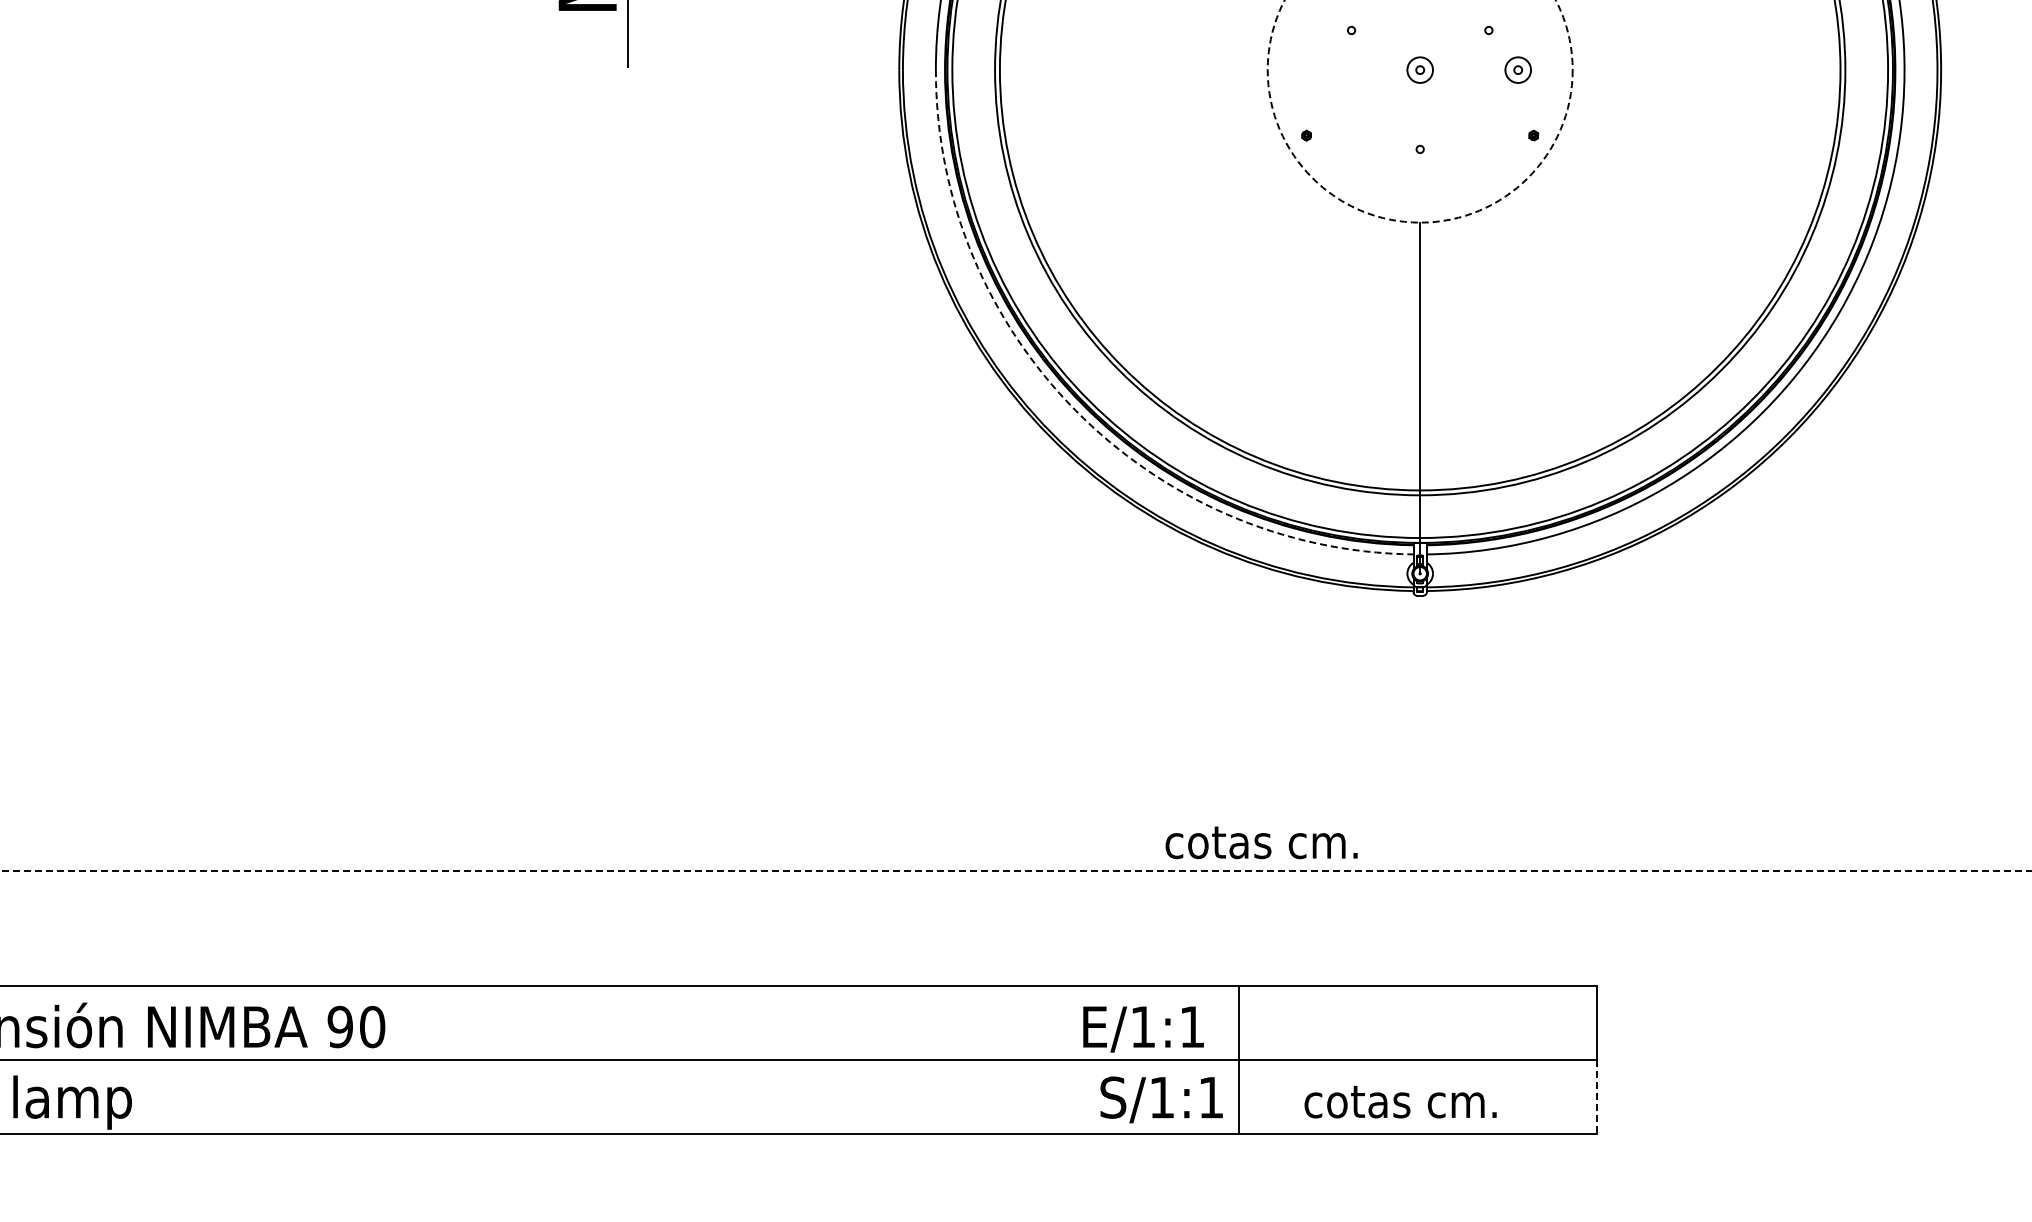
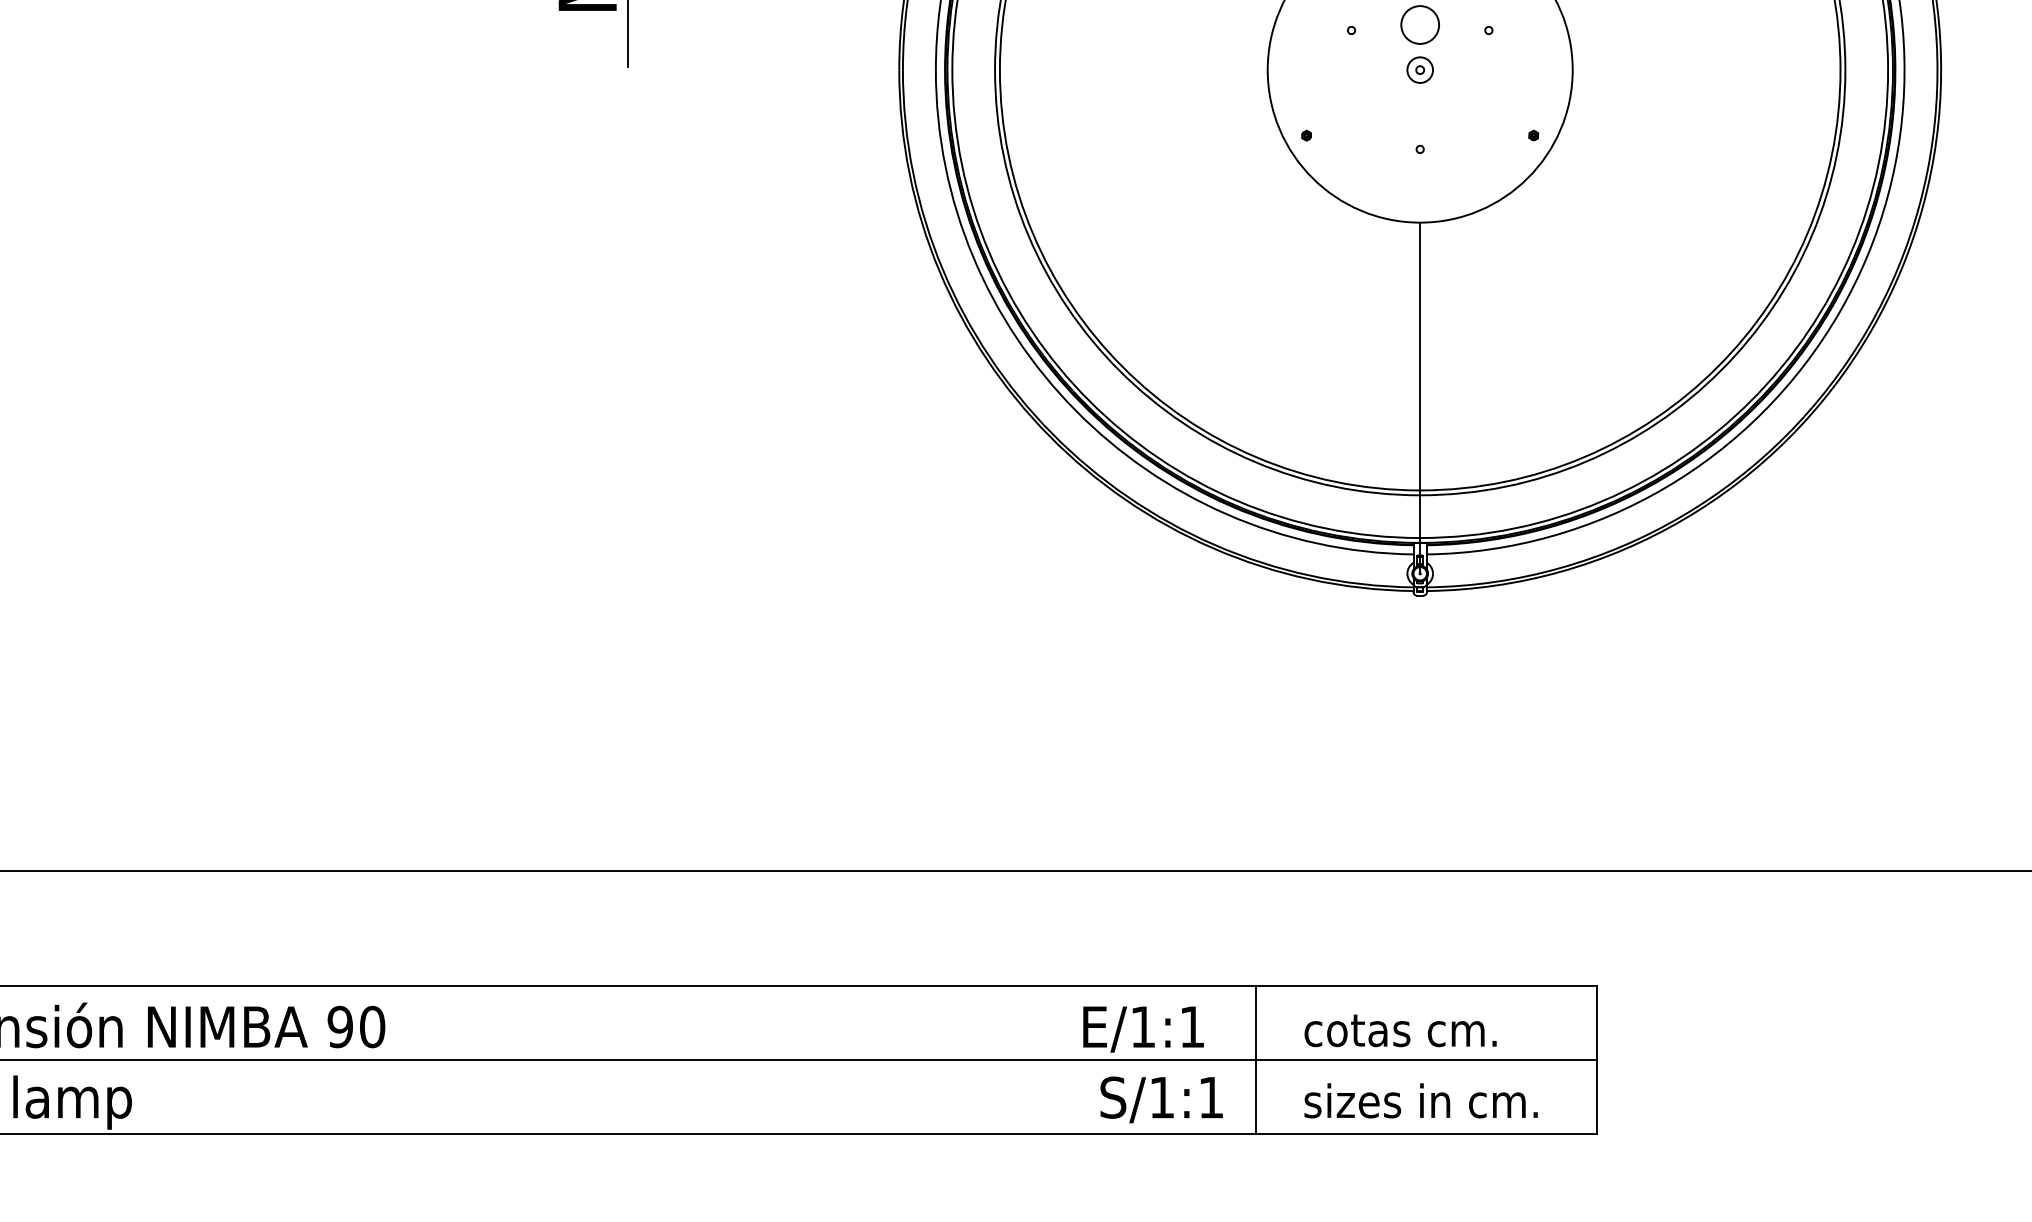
circle at (1419, 24): none -> present
part at (1517, 69): present -> none
circle at (1419, 111): dashed -> solid
arc at (1075, 410): dashed -> solid
text at (1261, 842) position: (1261, 842) -> (1400, 1030)
line at (1016, 870): dashed -> solid
line at (1239, 1059) position: (1239, 1059) -> (1256, 1059)
line at (1597, 1096): dashed -> solid
text at (1420, 1100): cotas cm. -> sizes in cm.
